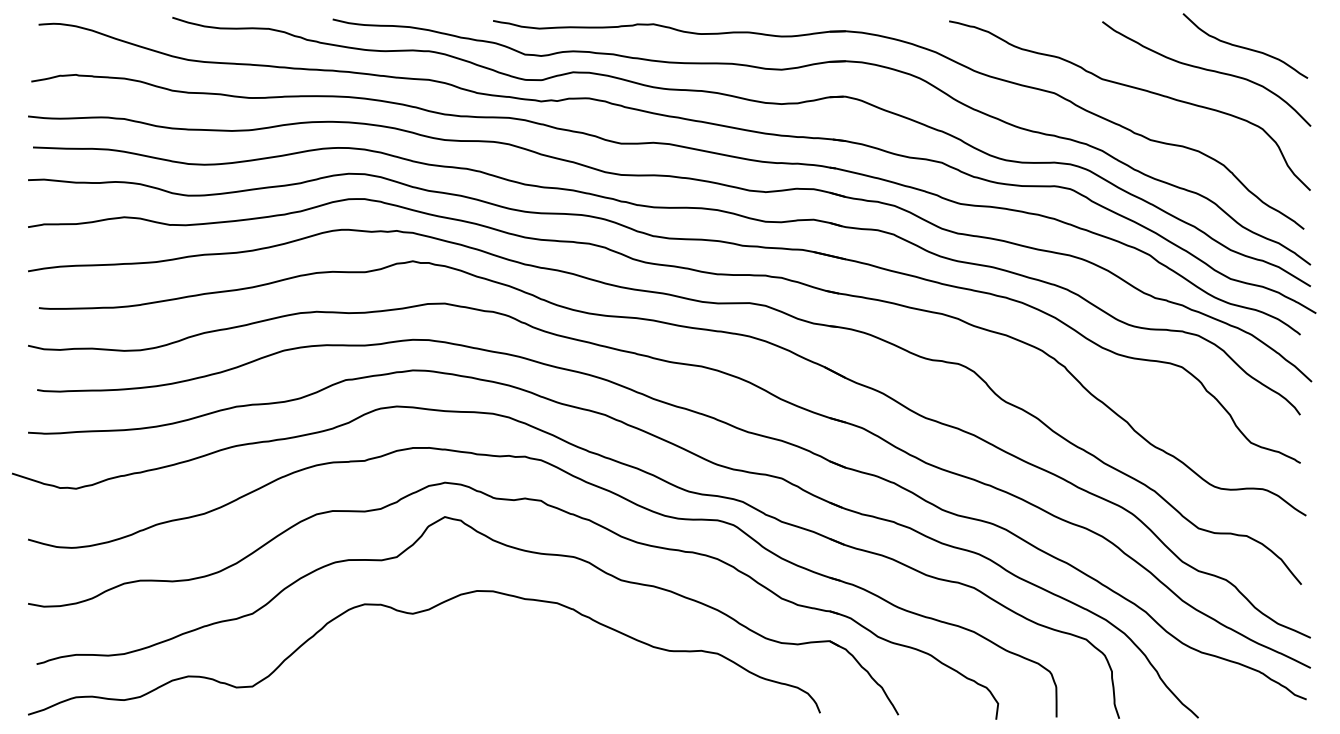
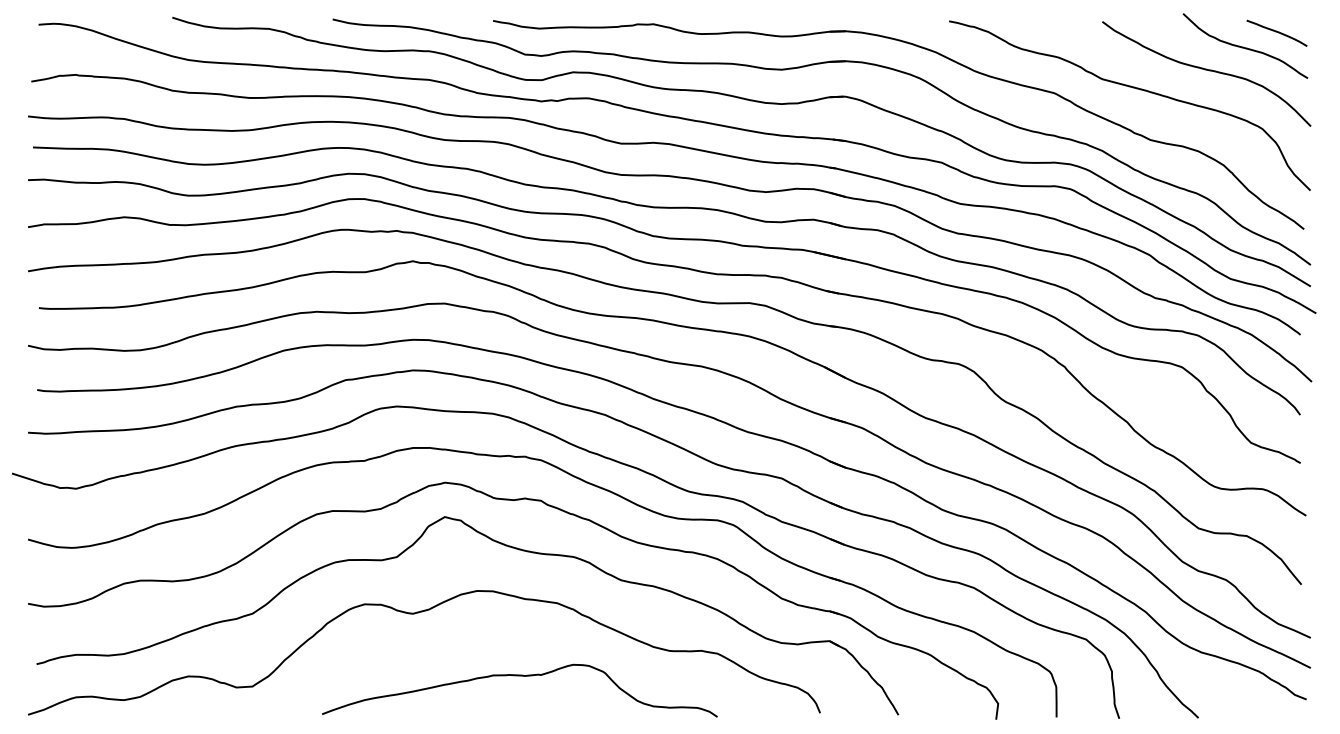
curve at (1276, 32): none -> present
curve at (519, 676): none -> present
